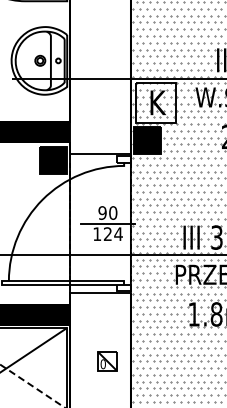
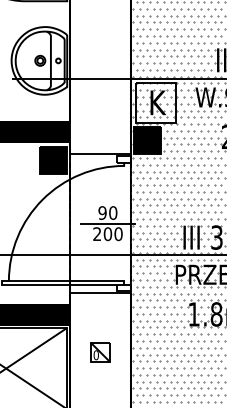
text at (107, 234): 124 -> 200
part at (107, 361) position: (107, 361) -> (100, 352)
line at (33, 386): dashed -> solid
